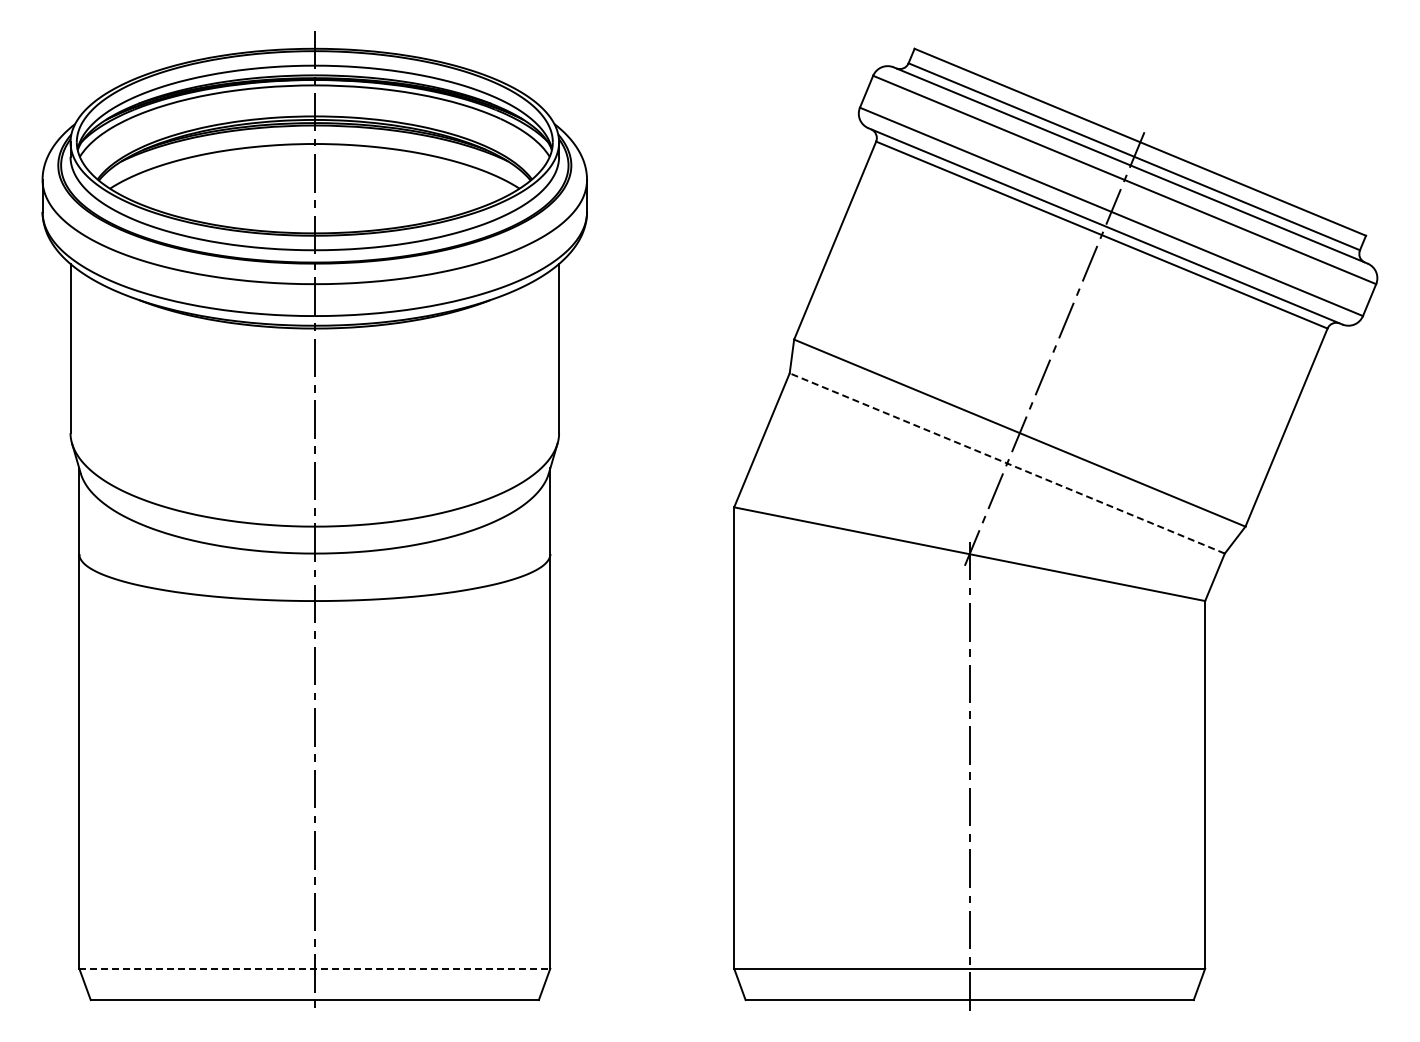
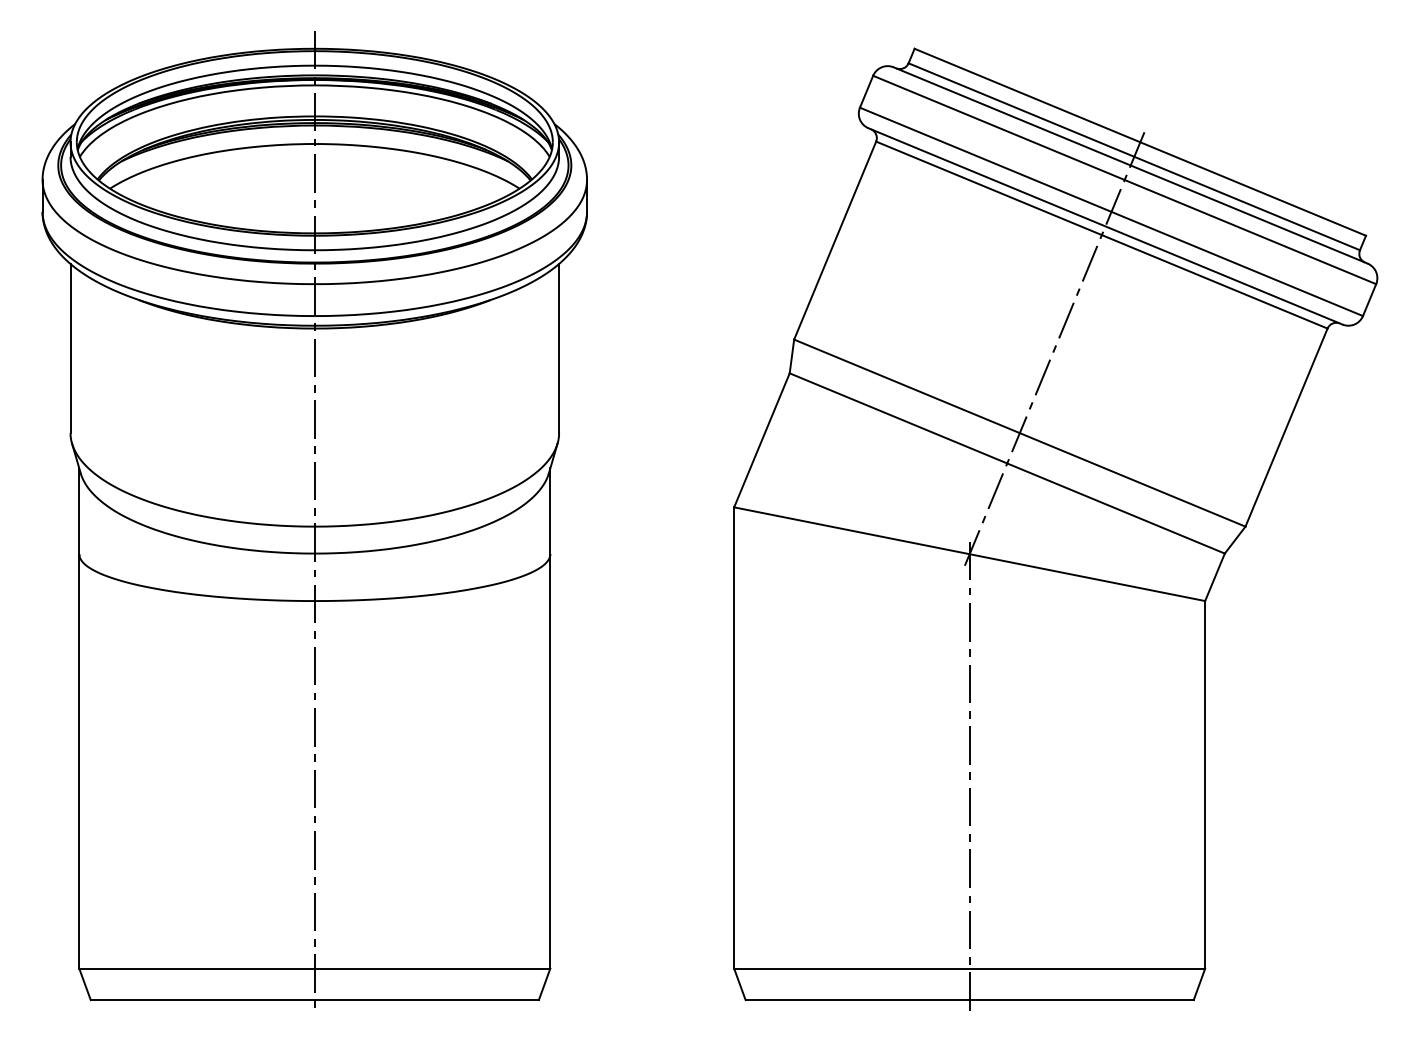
line at (1006, 463): dashed -> solid
line at (315, 968): dashed -> solid
